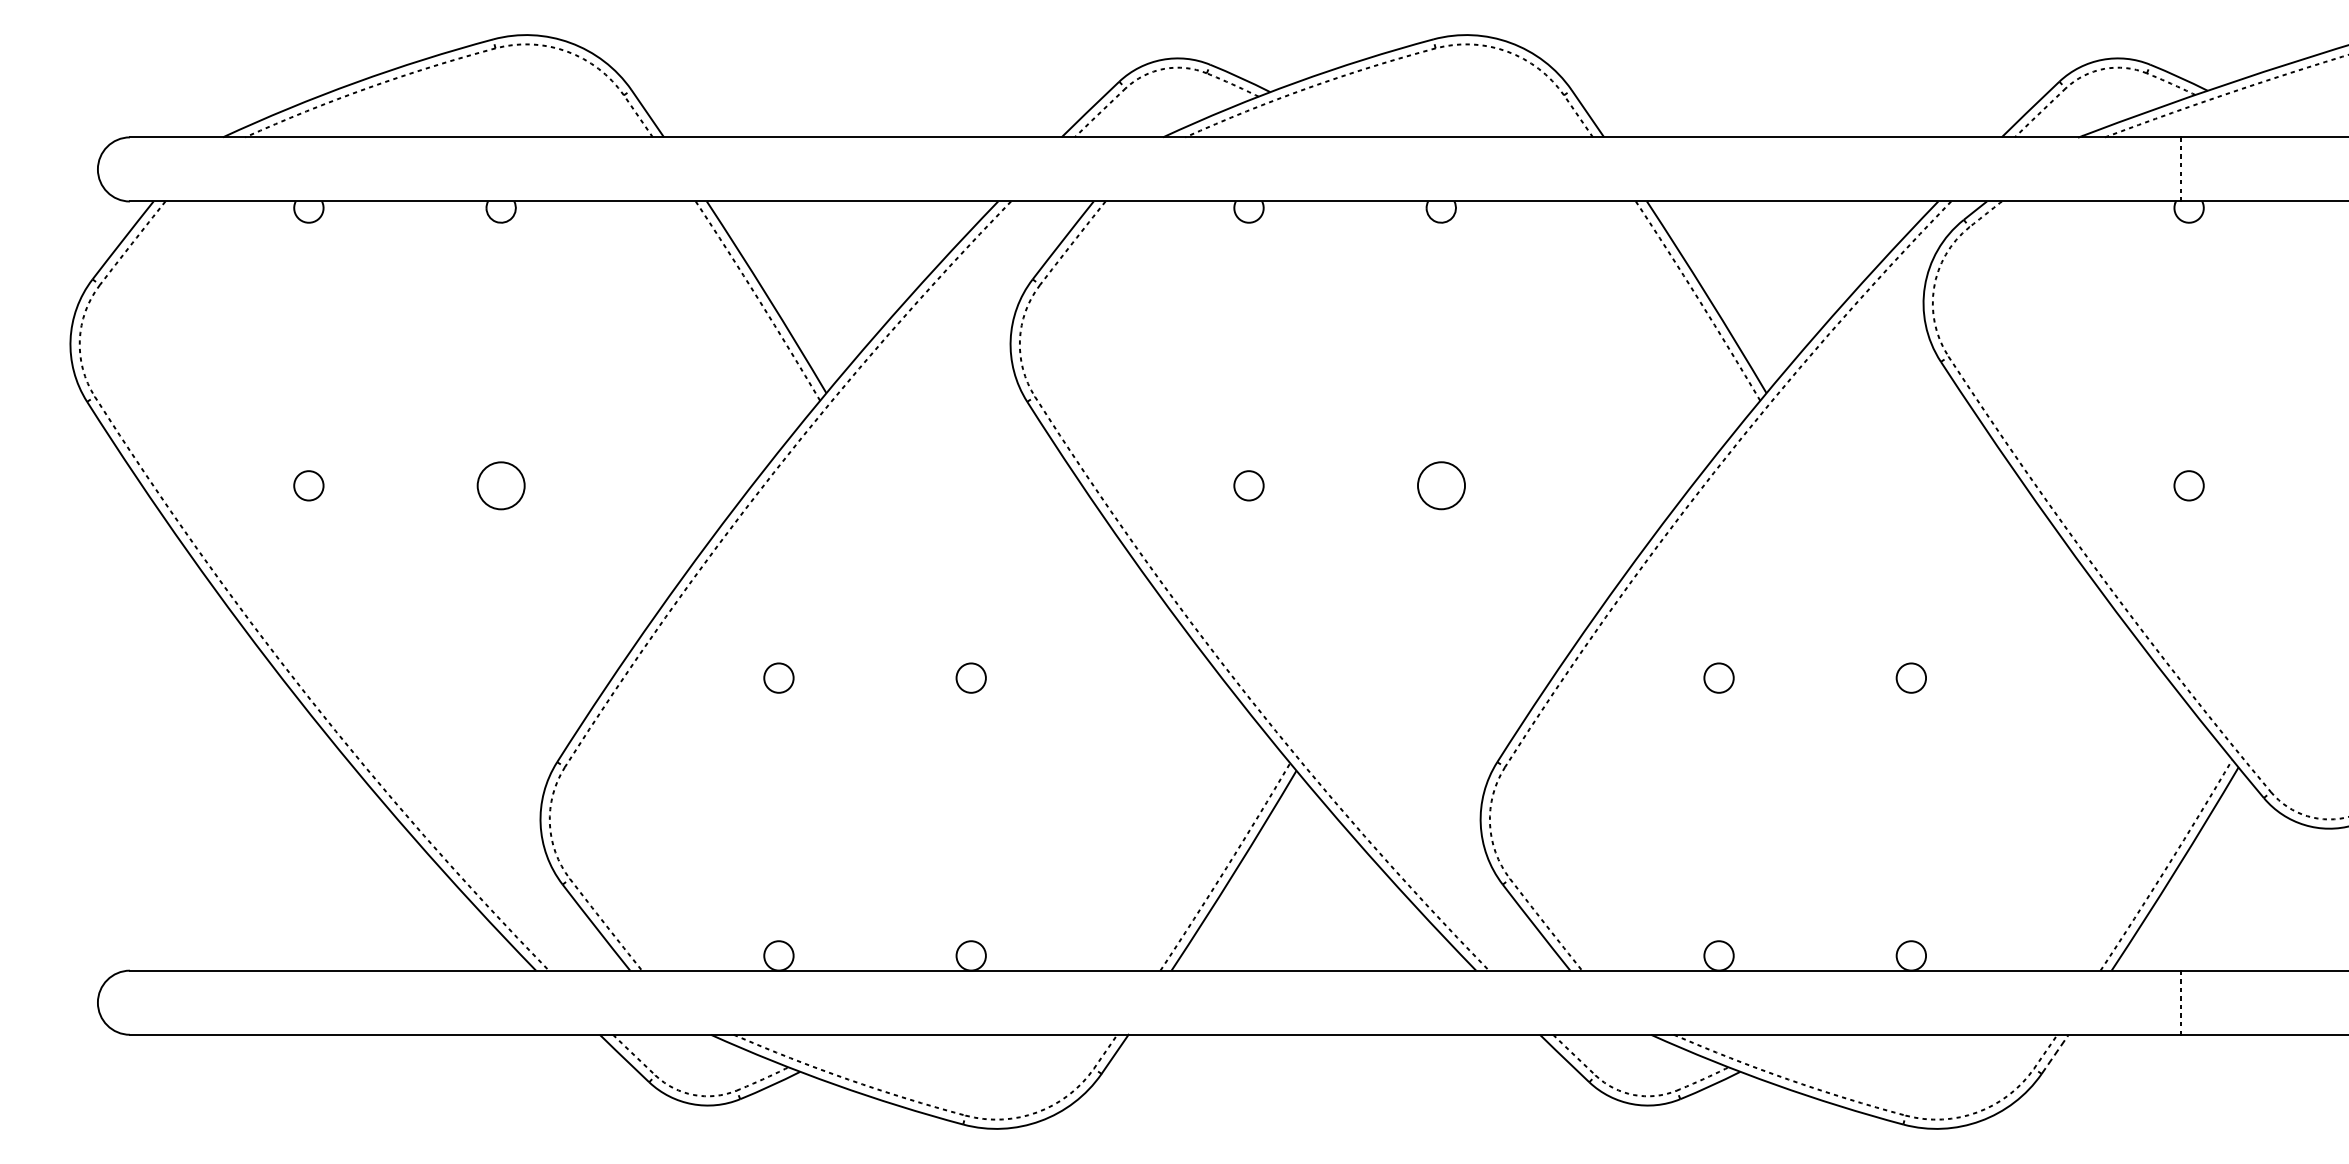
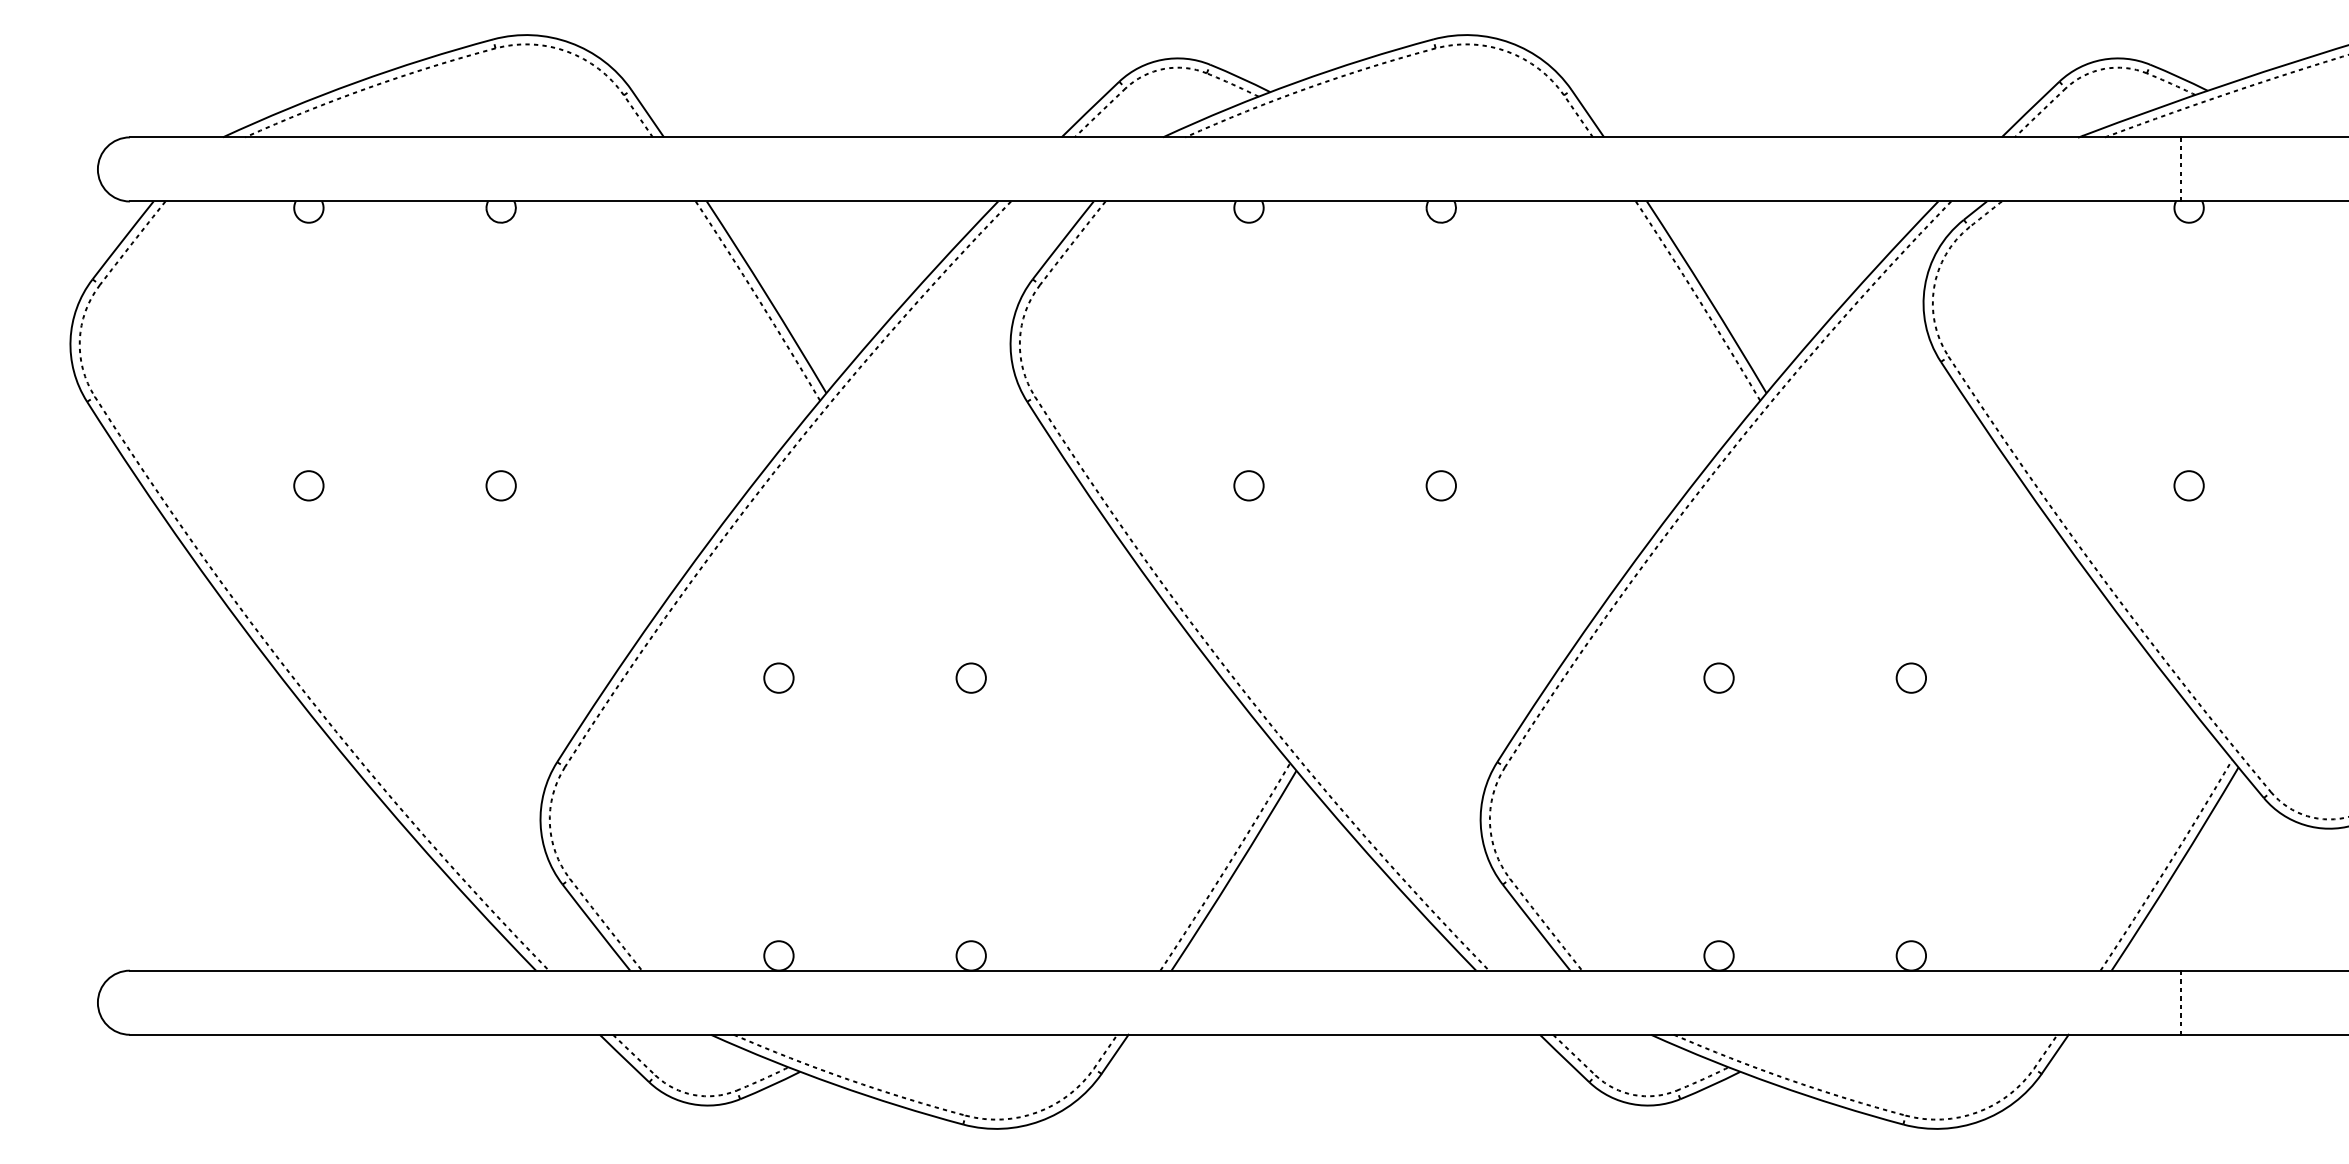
circle at (500, 485) diameter: 47 px -> 29 px
circle at (1441, 485) size: 49x50 px -> 32x32 px
line at (2055, 1054): dashed -> solid
